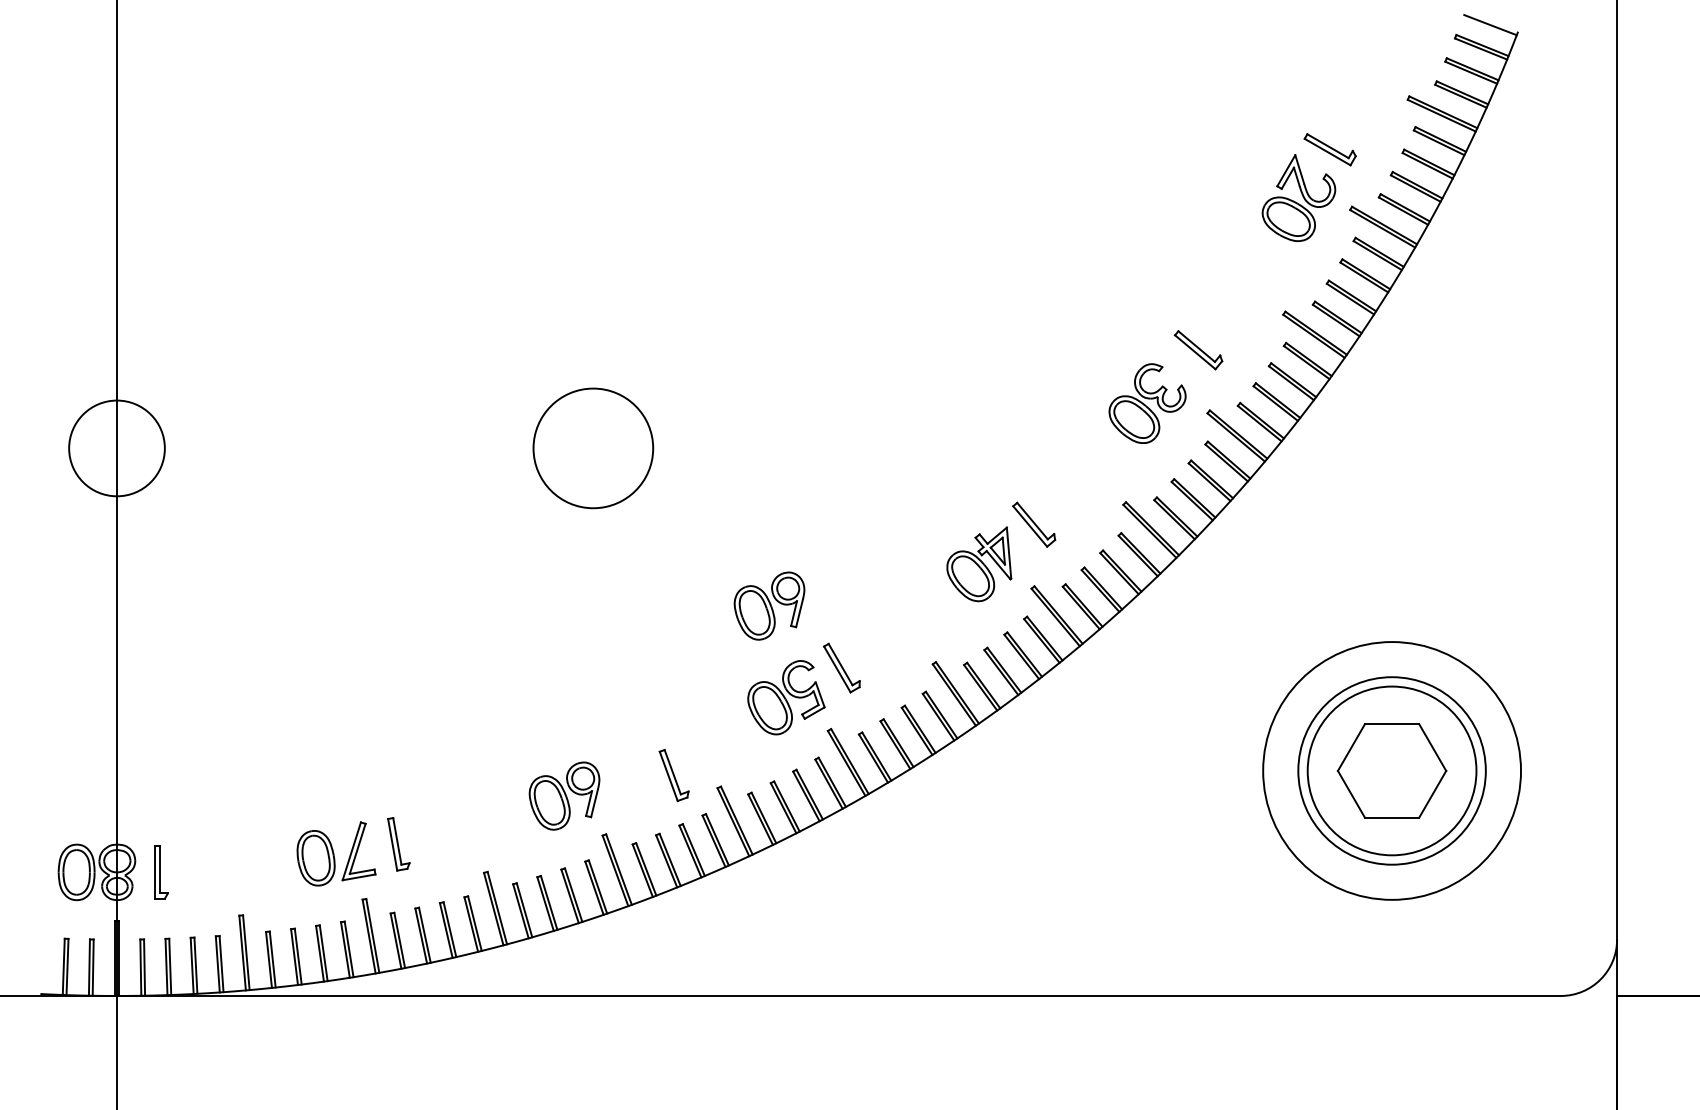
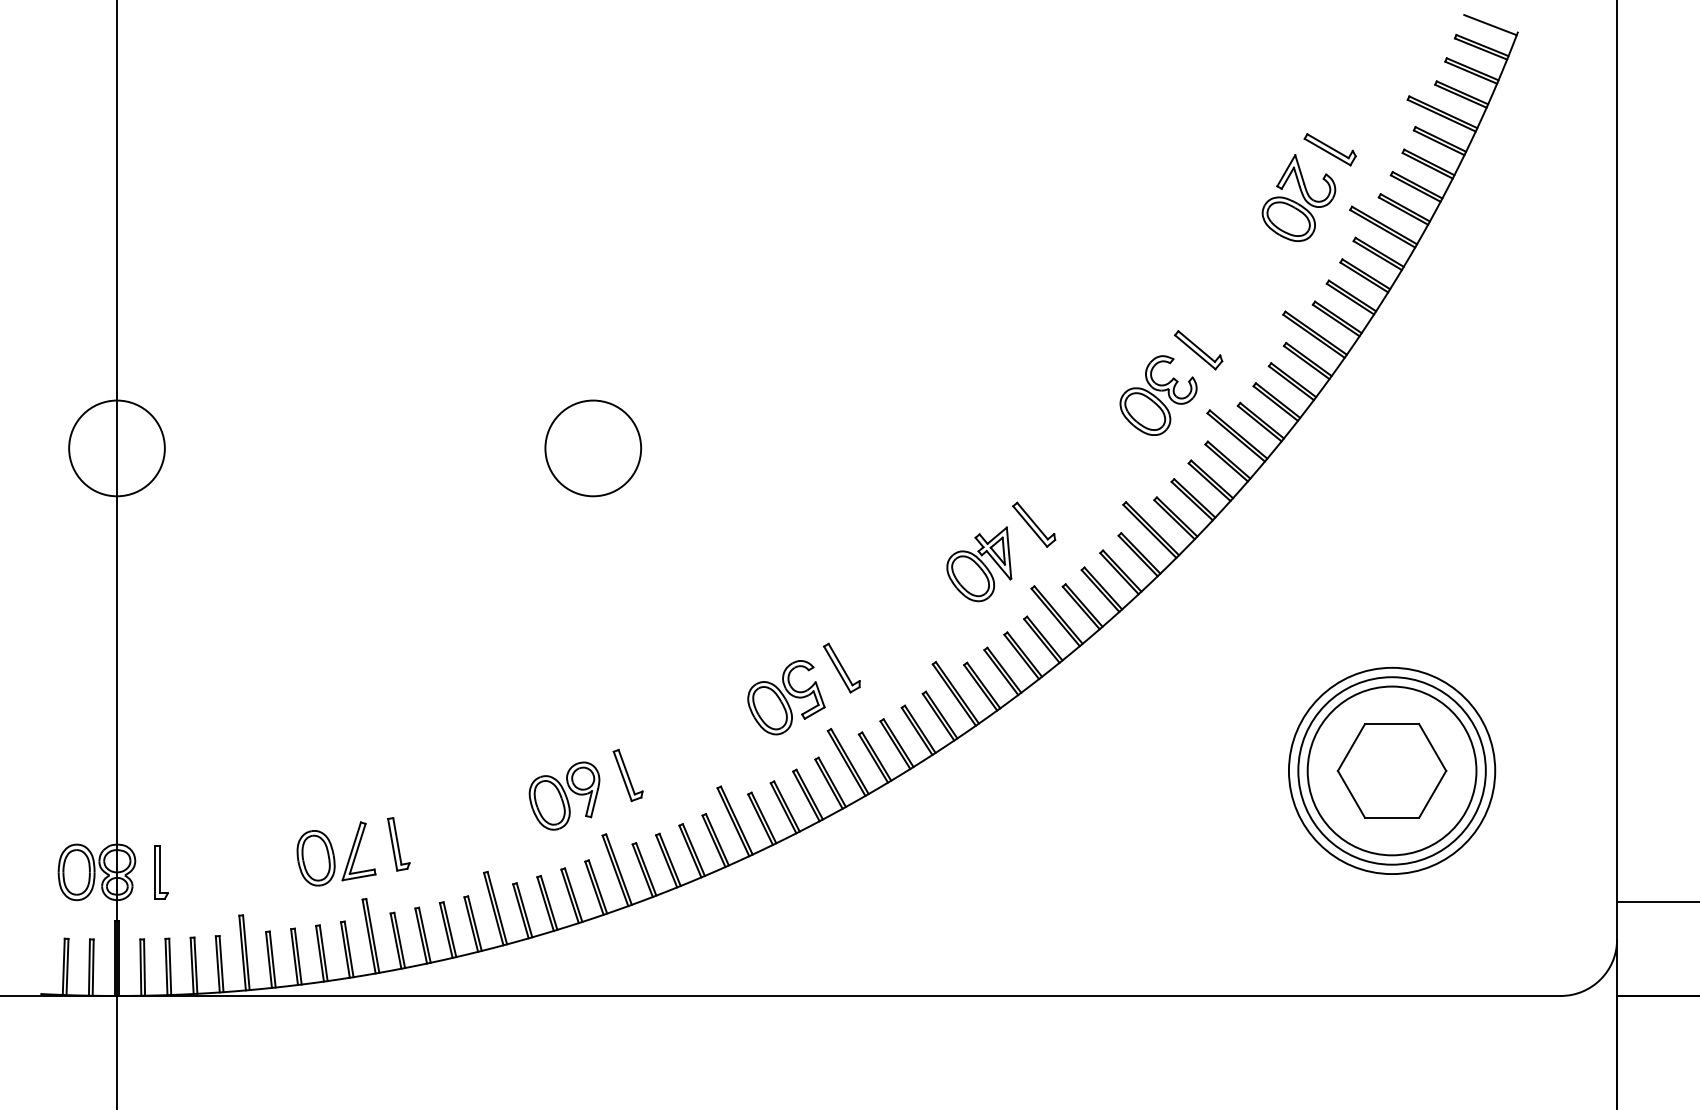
part at (1147, 403) position: (1147, 403) -> (1158, 395)
circle at (593, 448) size: 123x123 px -> 98x99 px
part at (769, 605): present -> none
circle at (1392, 770) diameter: 258 px -> 206 px
part at (673, 775) position: (673, 775) -> (627, 775)
line at (1656, 902): none -> present
